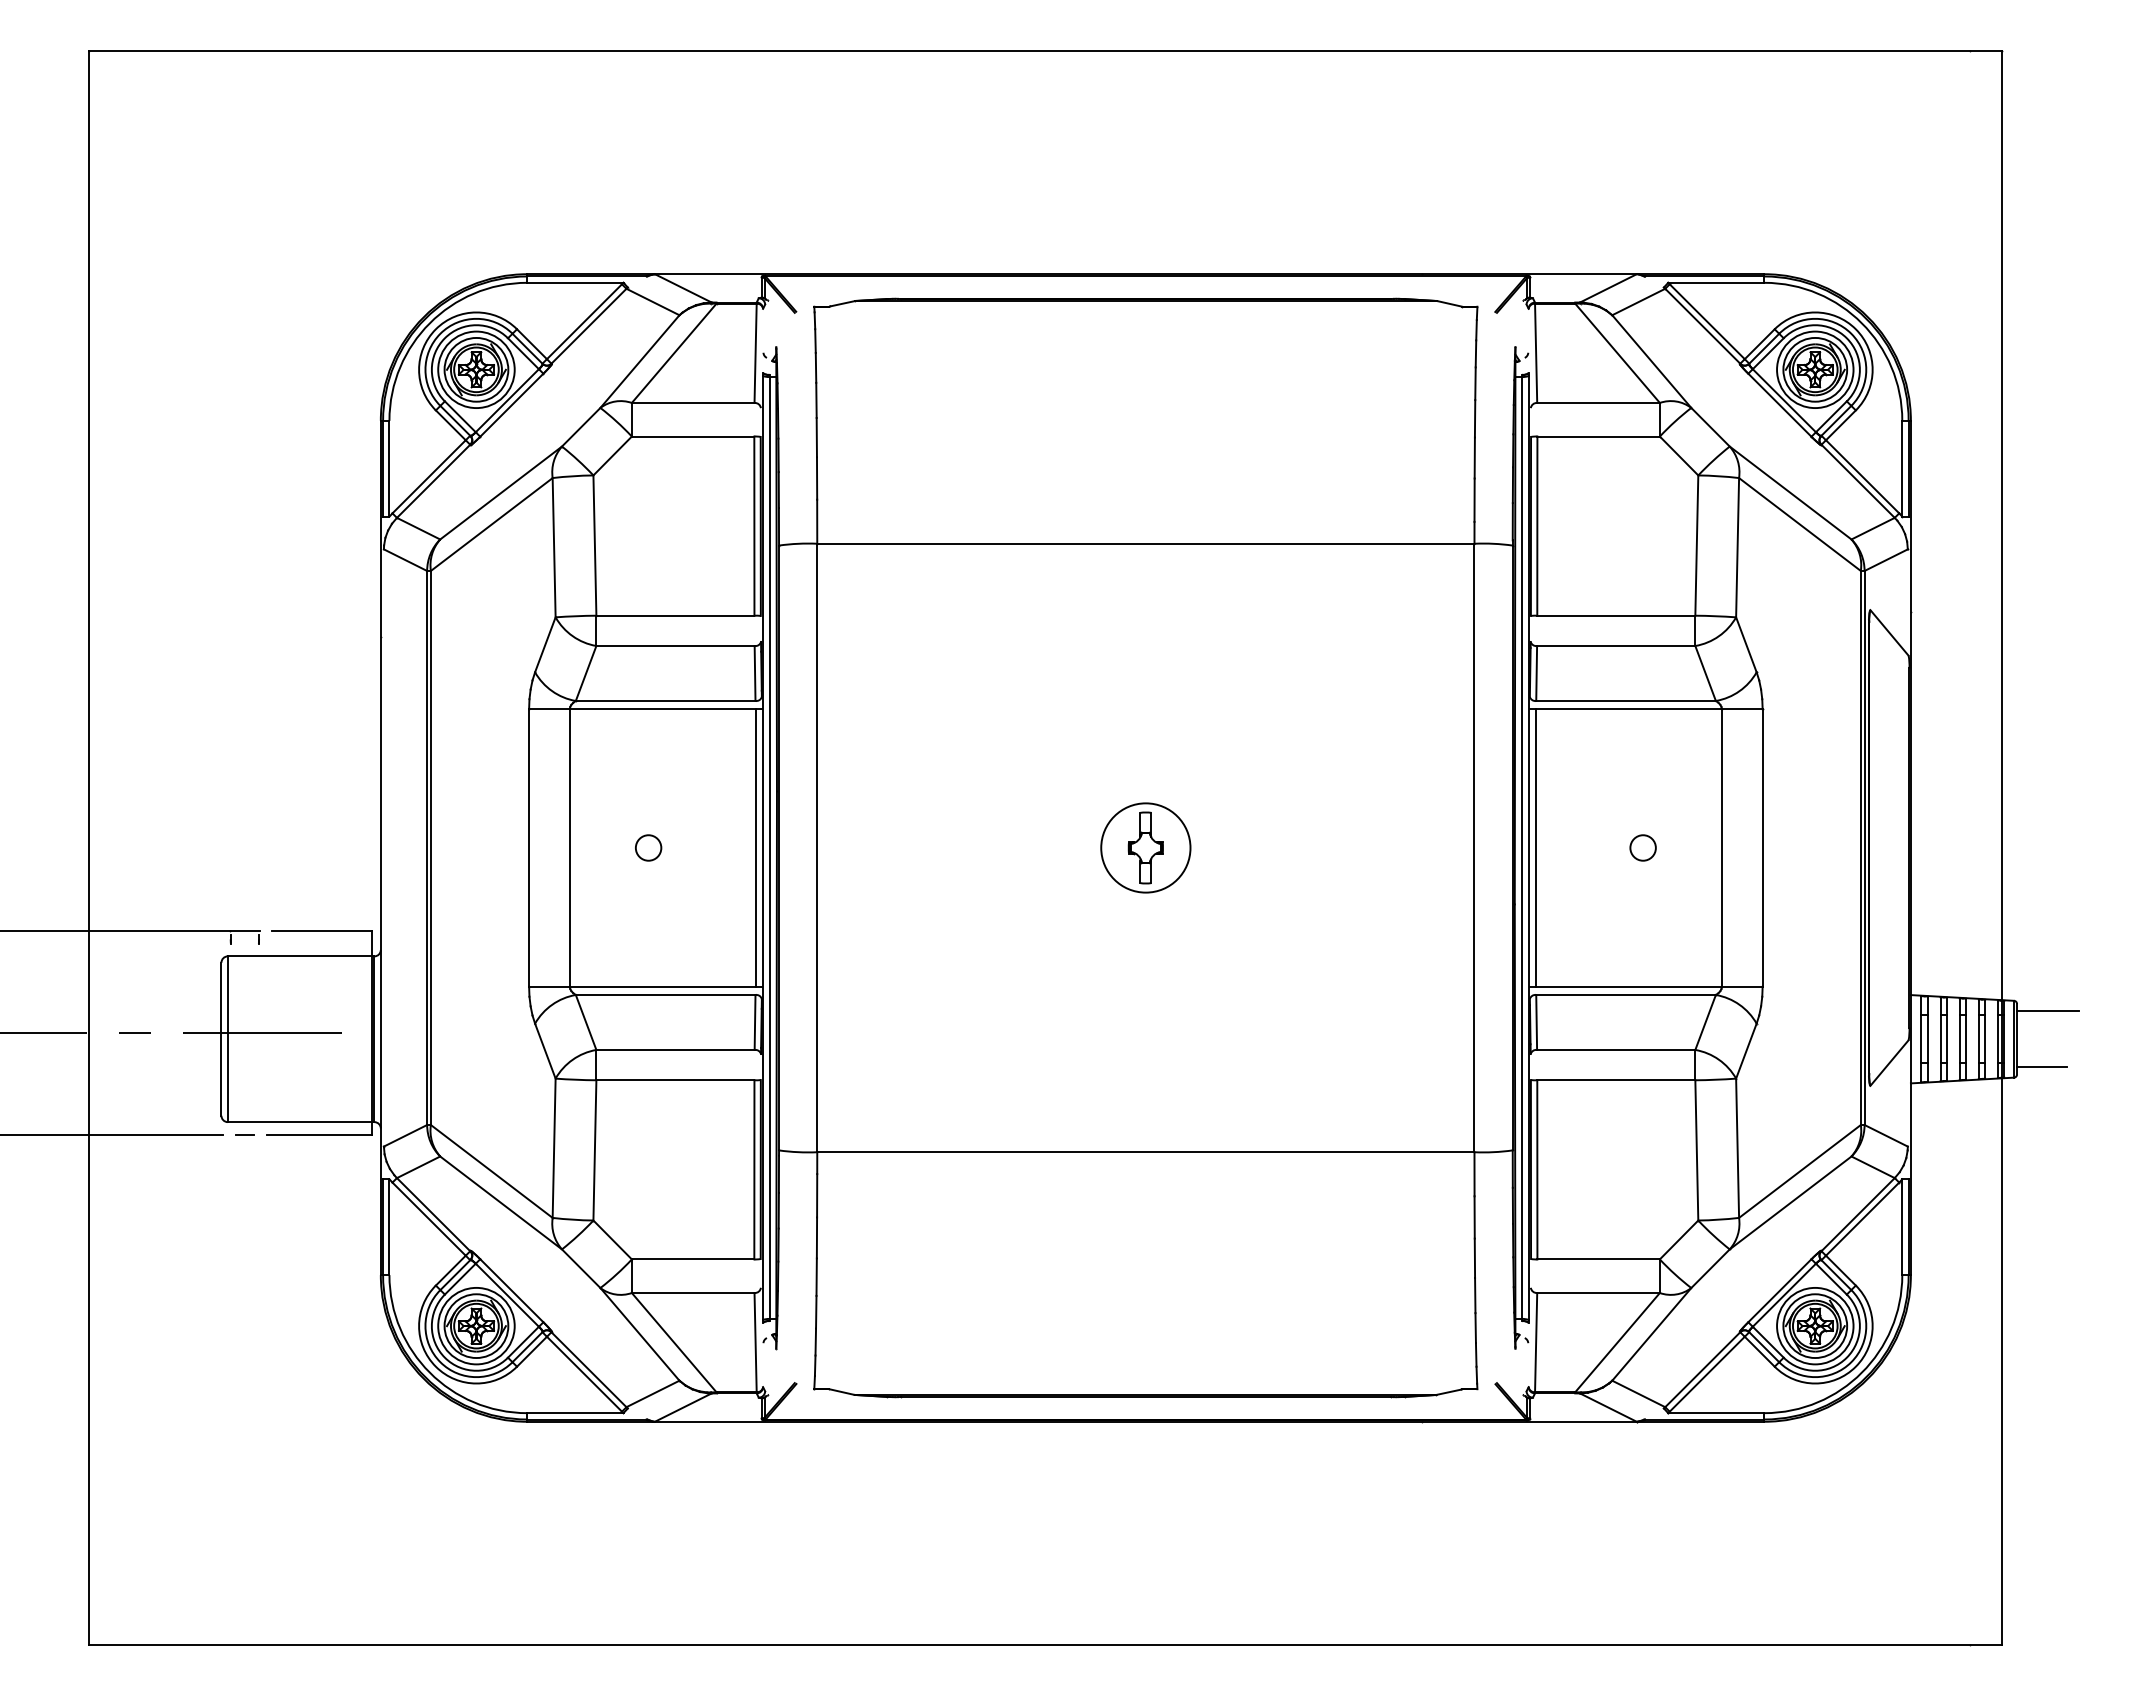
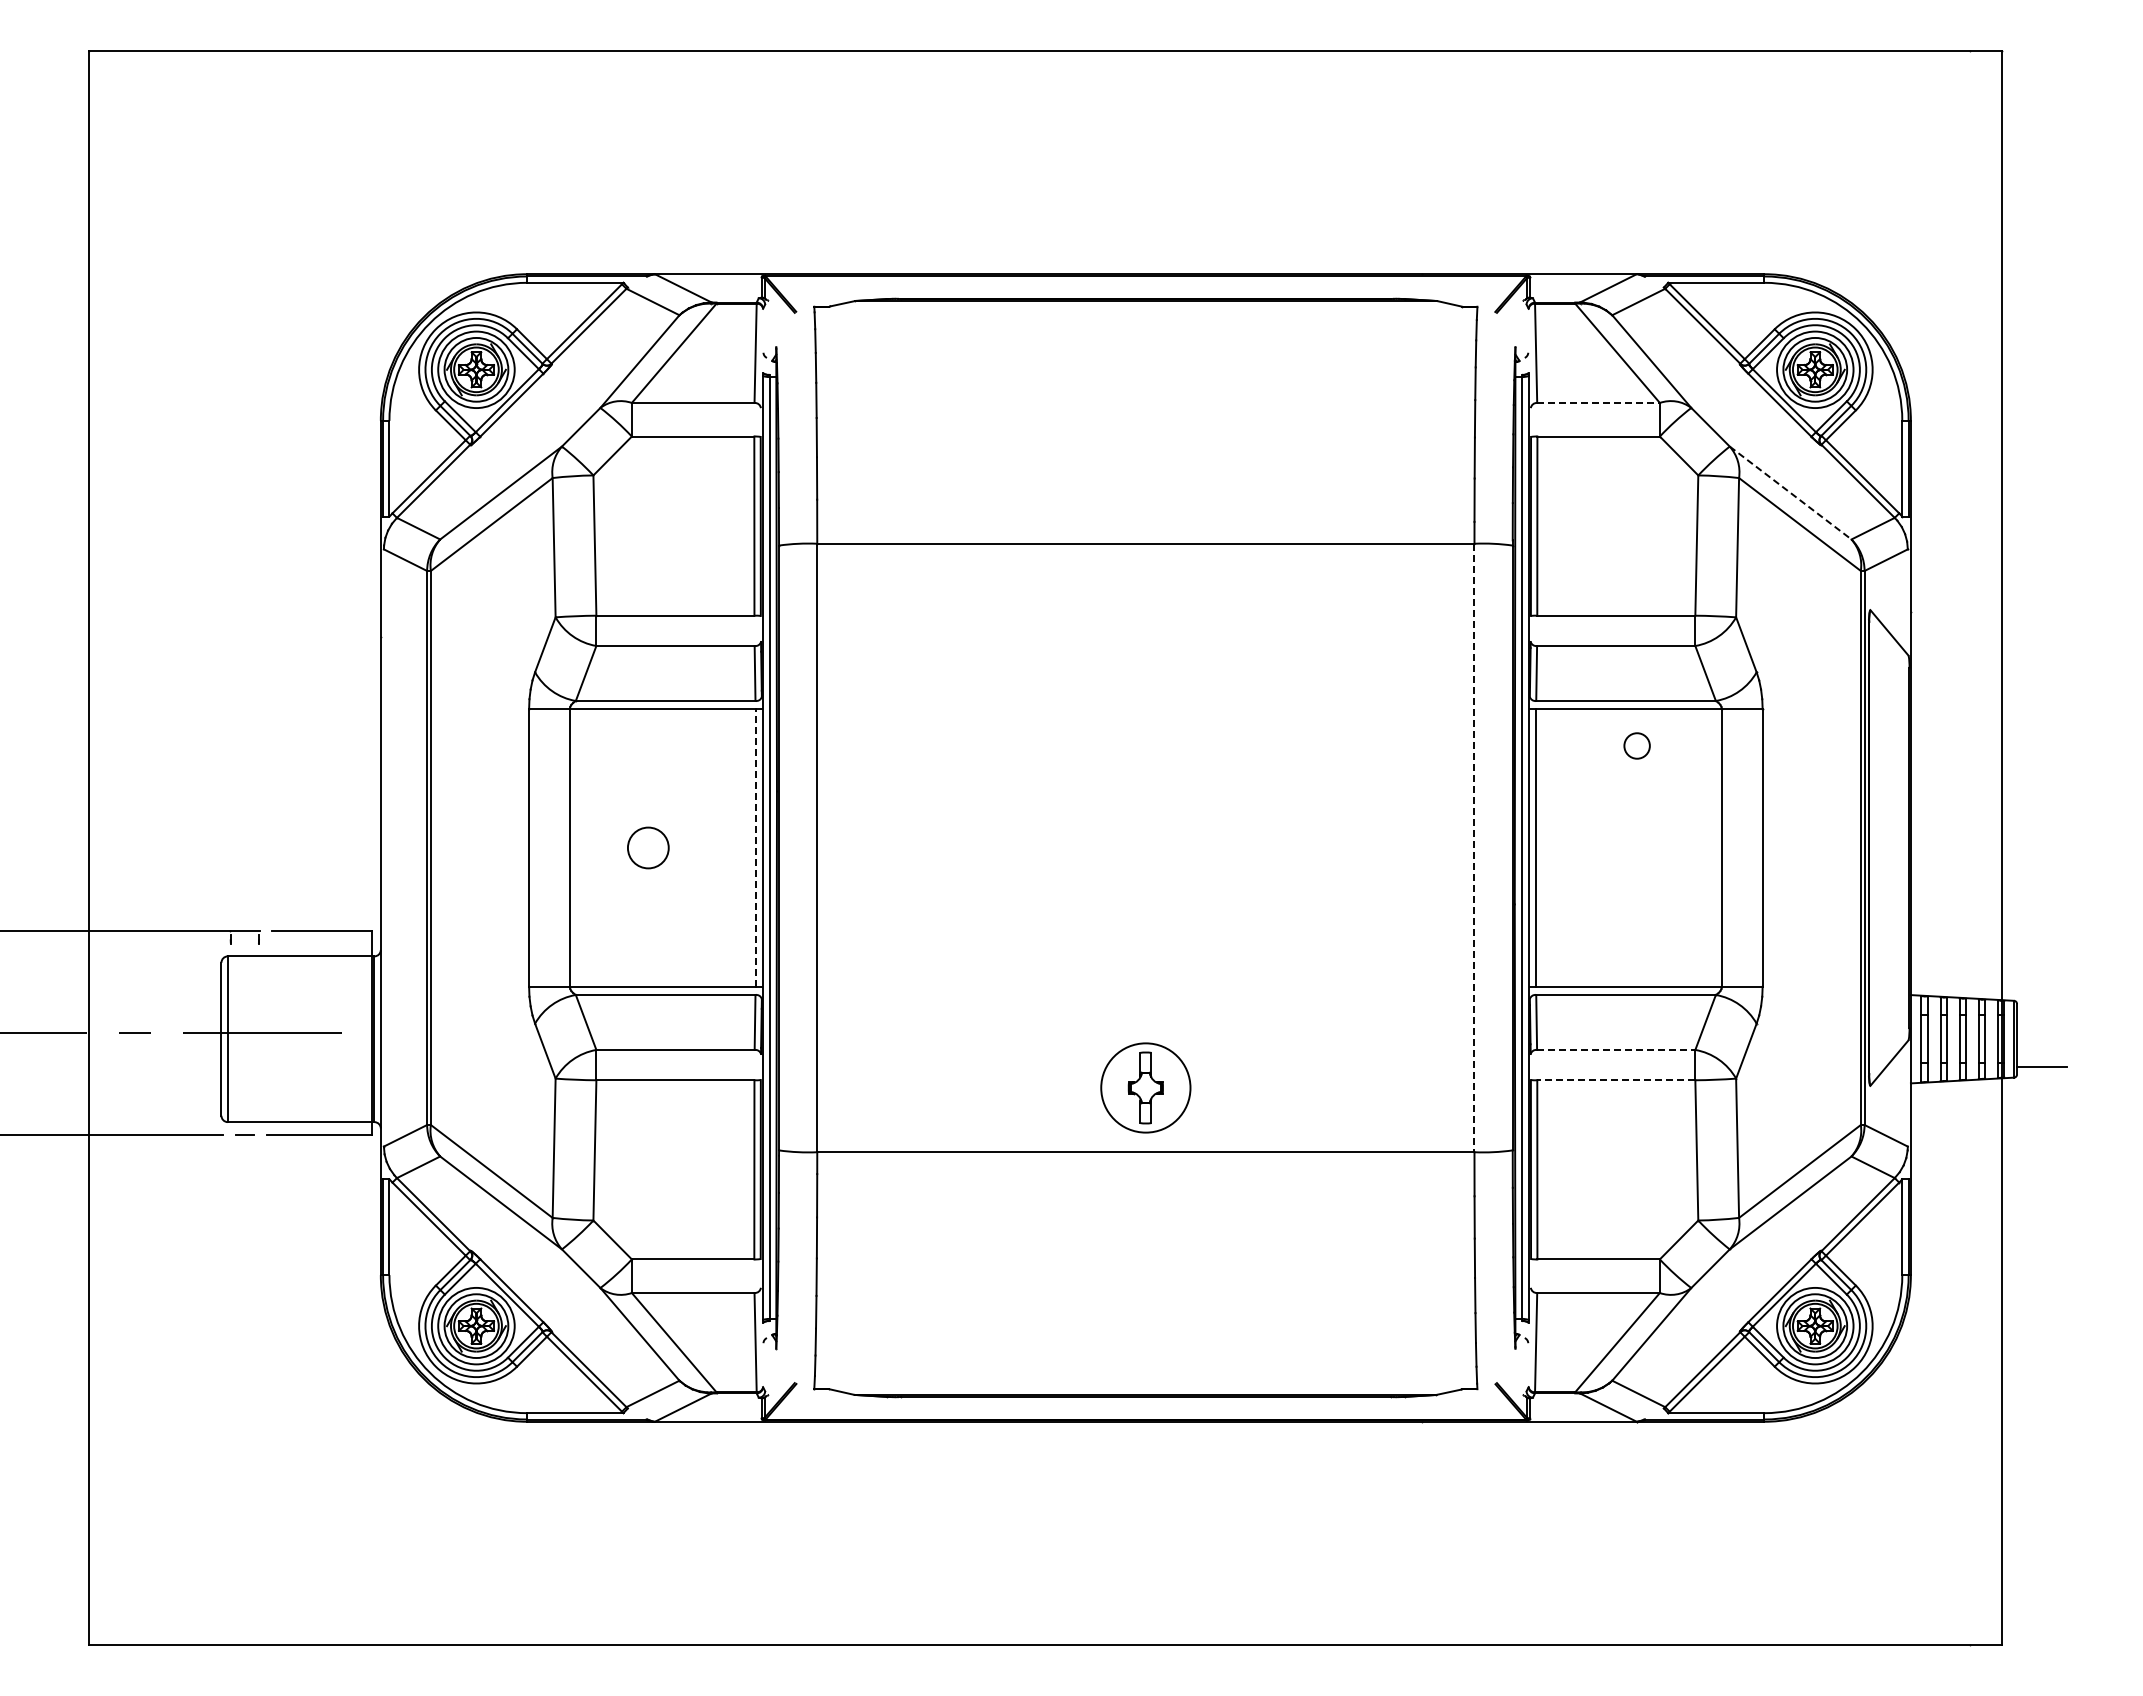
line at (1599, 402): solid -> dashed
line at (1790, 493): solid -> dashed
circle at (648, 847) size: 28x28 px -> 43x44 px
line at (755, 847): solid -> dashed
part at (1145, 847) position: (1145, 847) -> (1145, 1087)
circle at (1642, 847) position: (1642, 847) -> (1636, 745)
line at (1474, 848): solid -> dashed
line at (2047, 1011): present -> none
line at (1616, 1049): solid -> dashed
line at (1615, 1080): solid -> dashed
